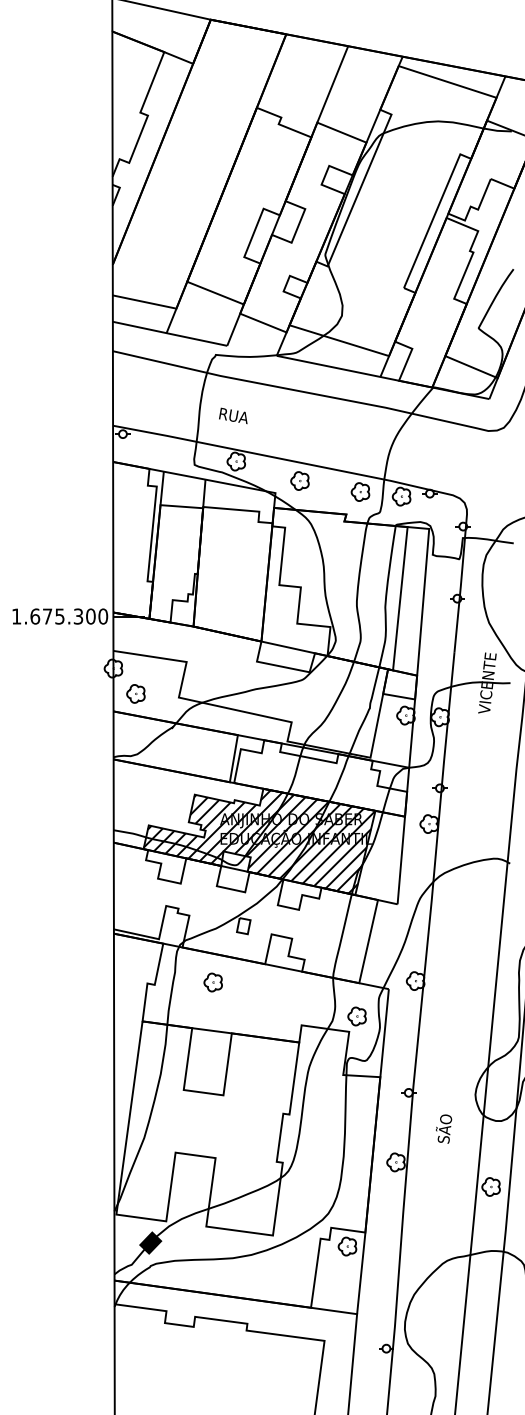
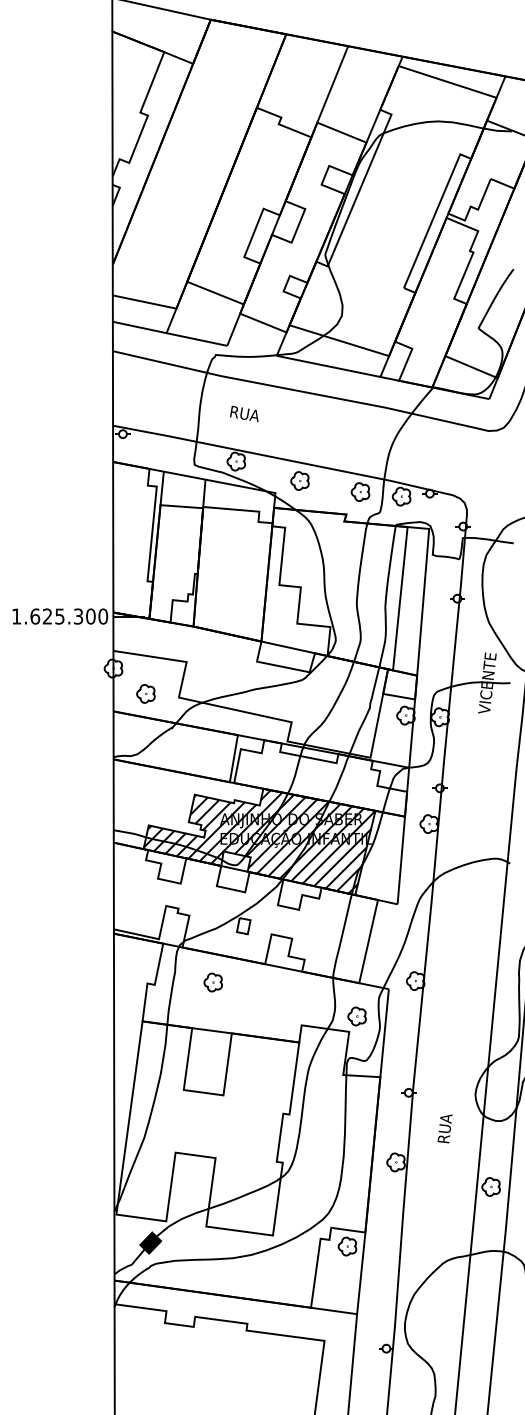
text at (233, 415) position: (233, 415) -> (244, 413)
text at (47, 616): 1.675.300 -> 1.625.300
part at (135, 693) position: (135, 693) -> (145, 693)
text at (443, 1128): SÃO -> RUA
